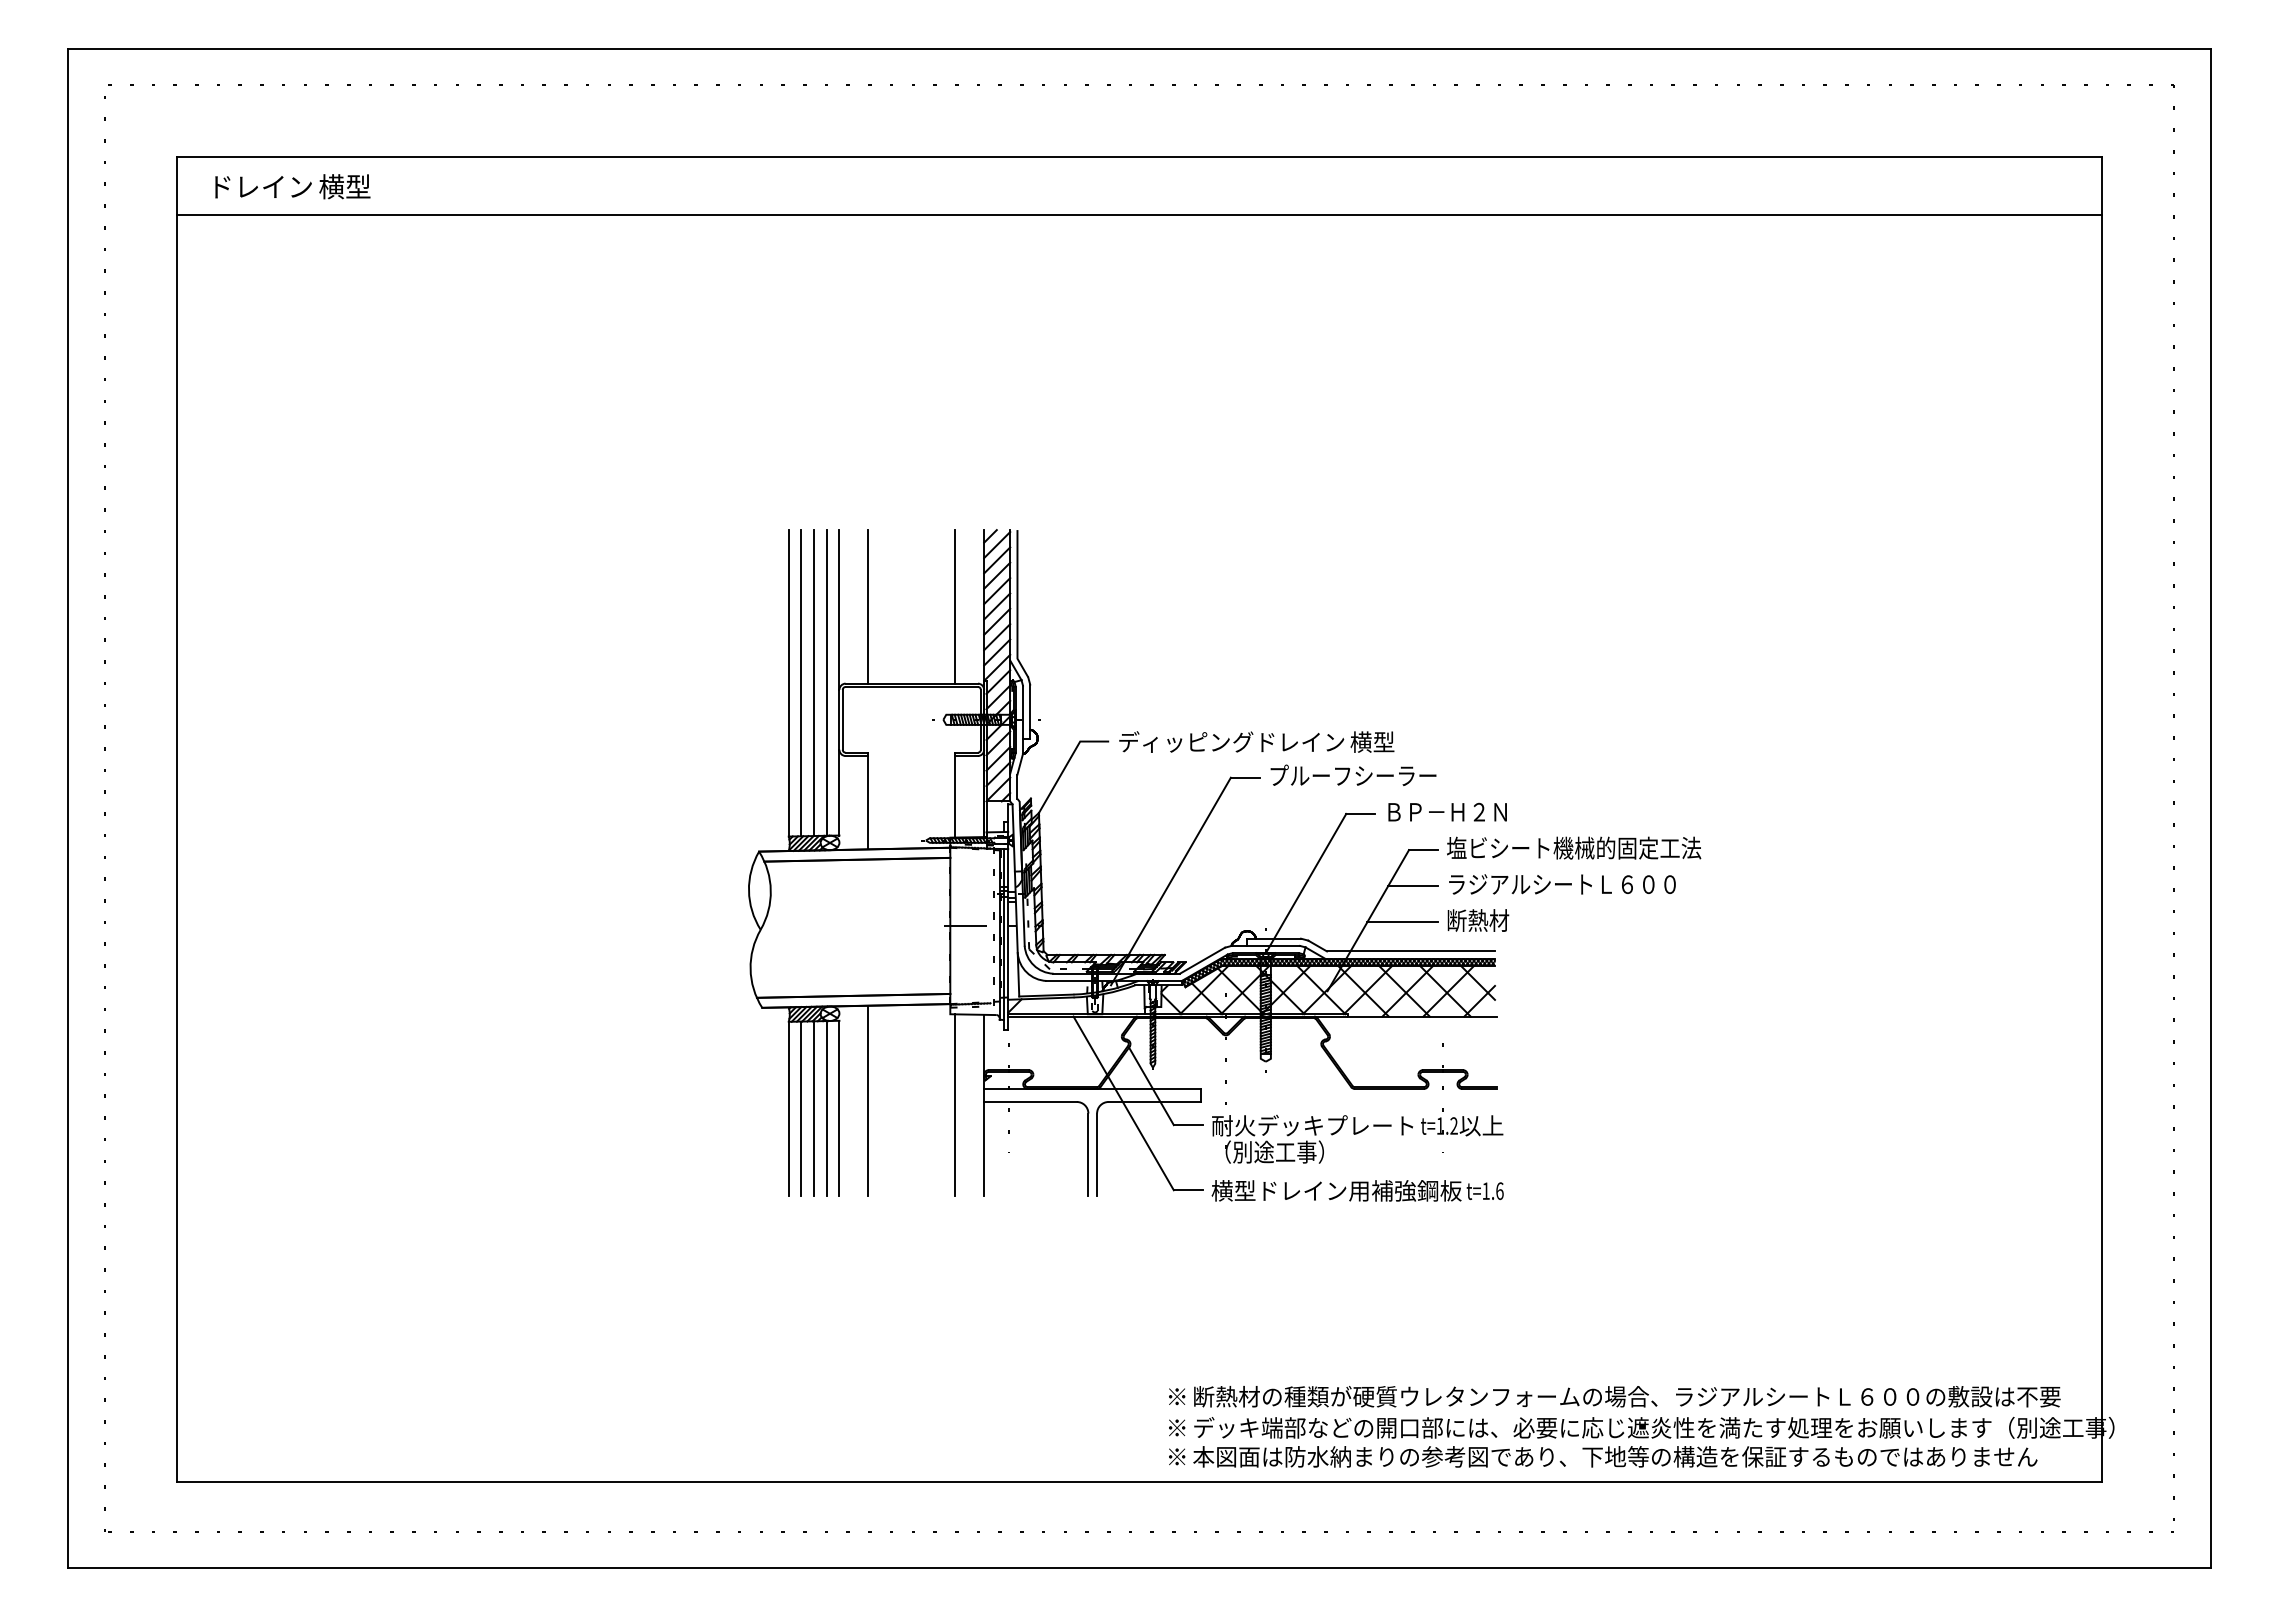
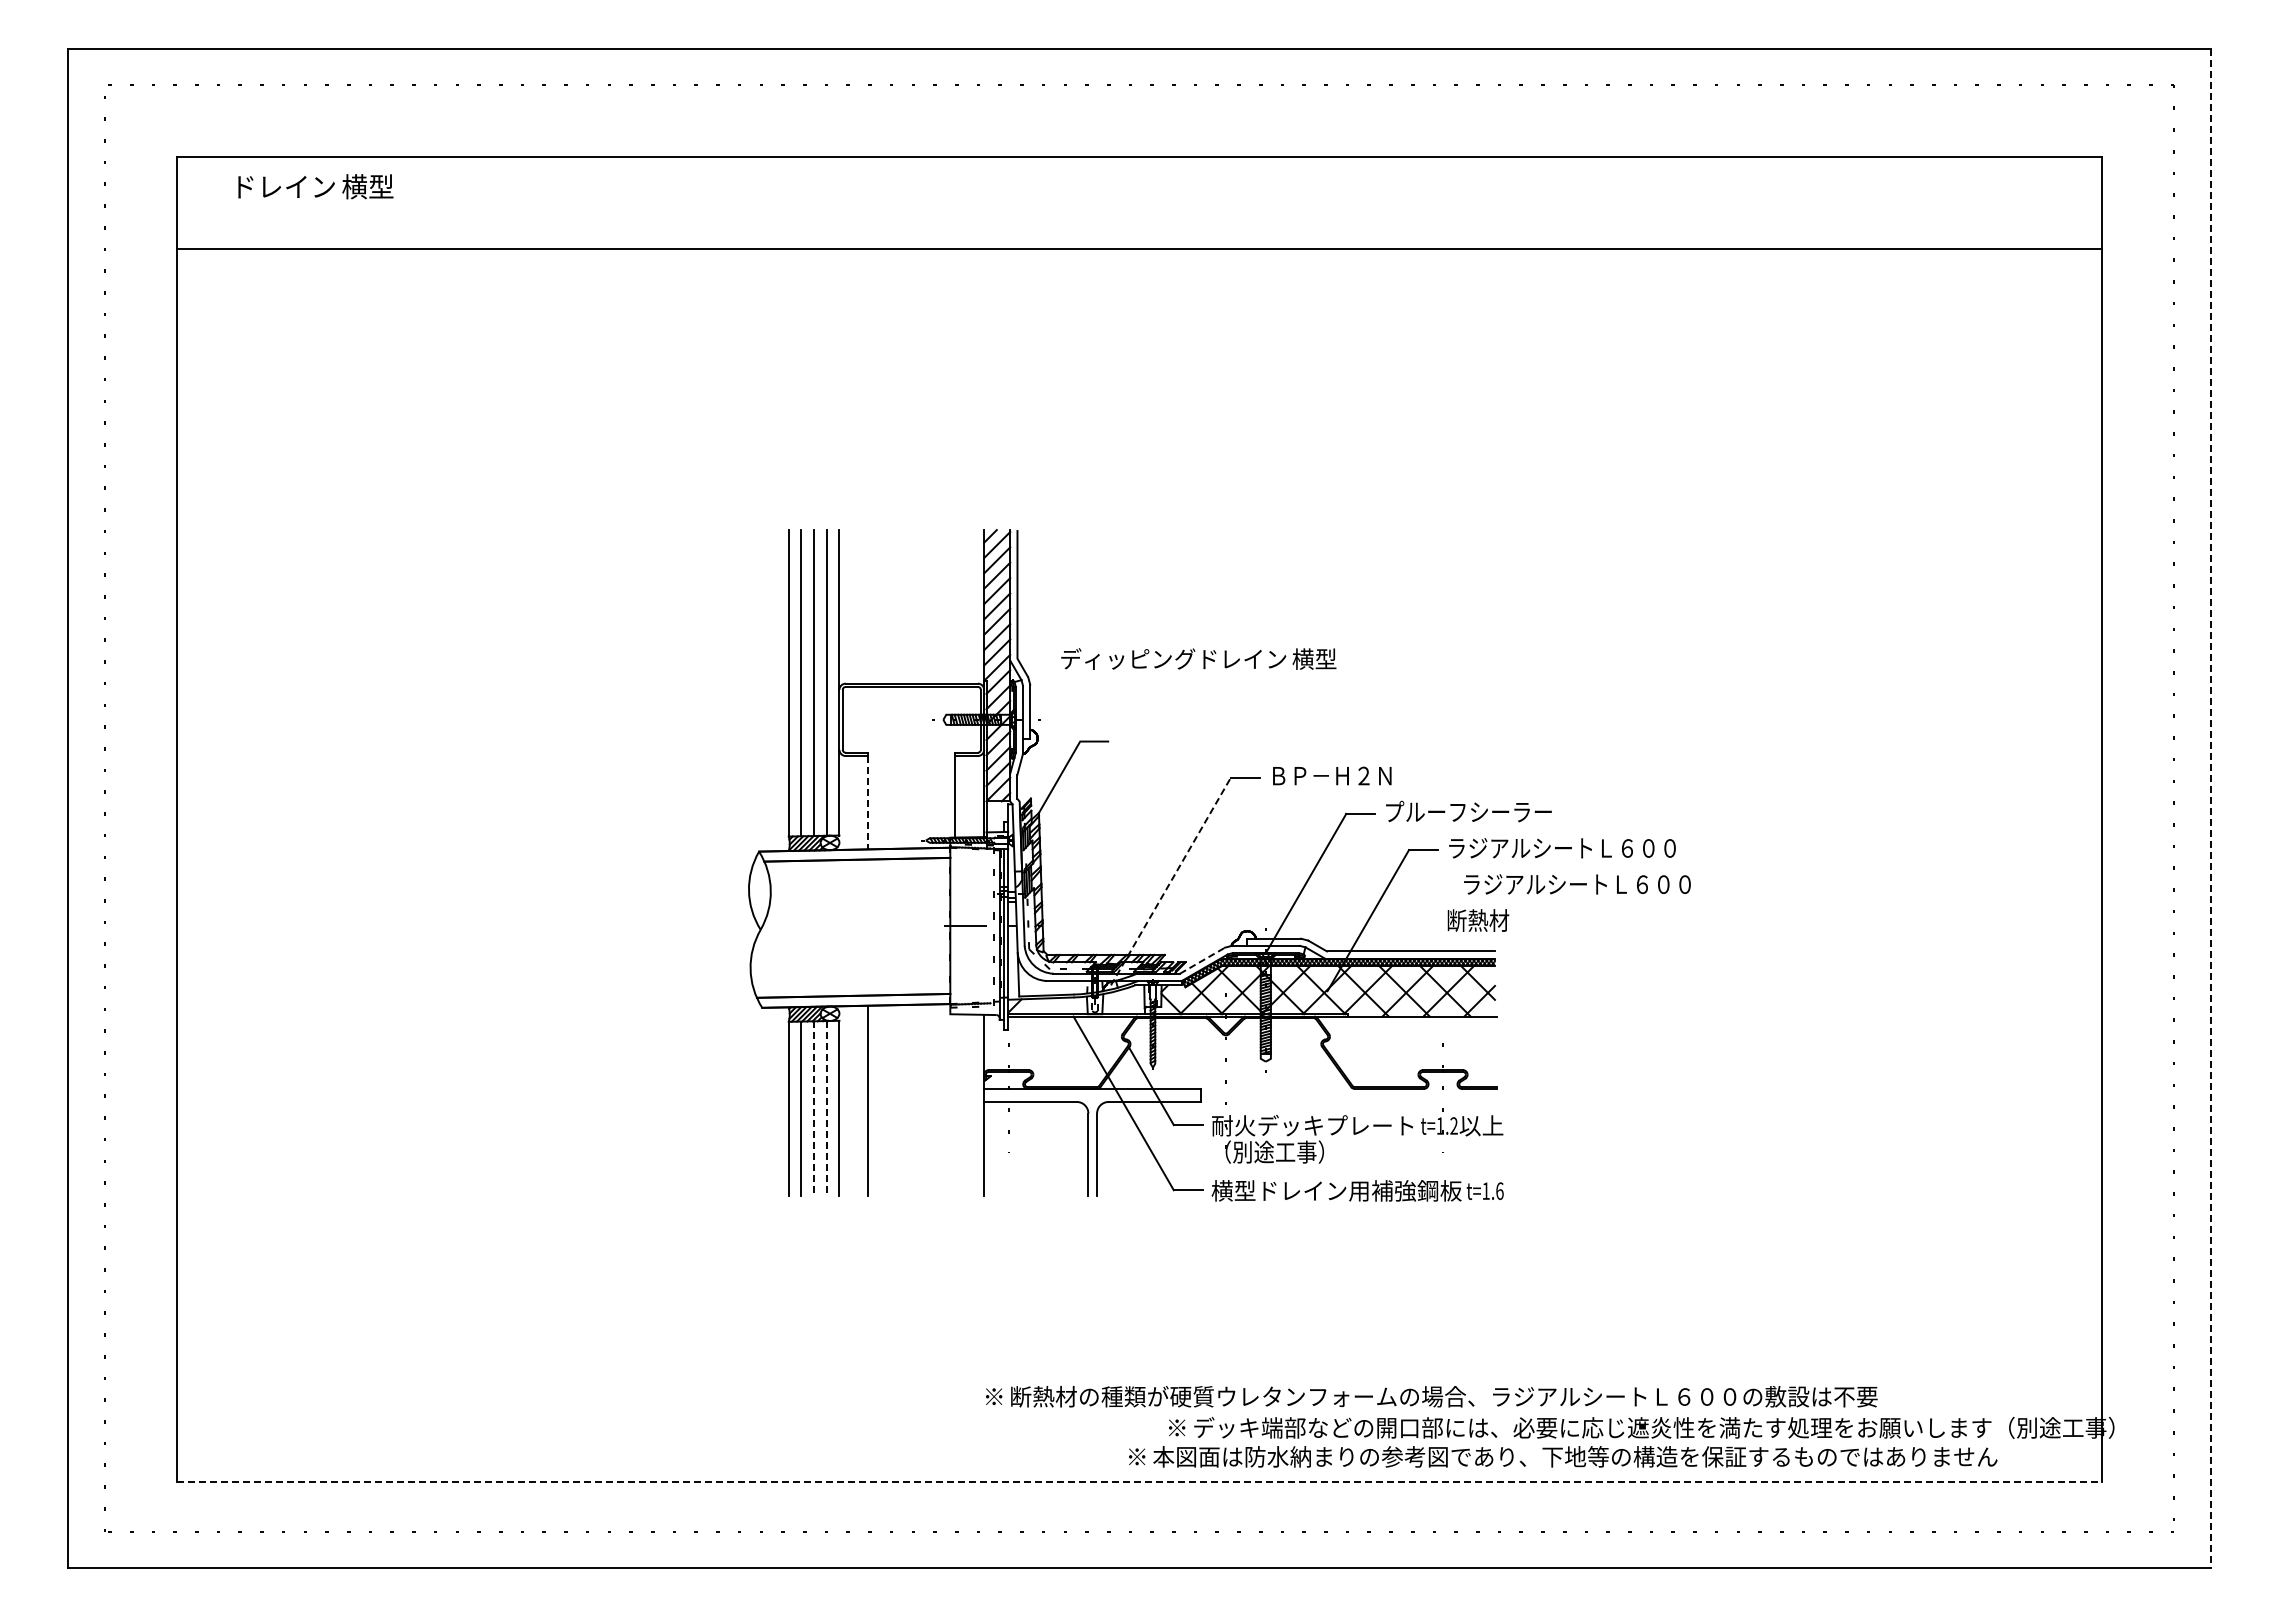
text at (292, 186) position: (292, 186) -> (315, 186)
line at (1139, 215) position: (1139, 215) -> (1139, 249)
line at (868, 606): present -> none
line at (955, 606): present -> none
text at (1256, 741) position: (1256, 741) -> (1198, 658)
text at (1353, 775): プルーフシーラー -> ＢＰ－Ｈ２Ｎ
line at (868, 802): solid -> dashed
line at (2210, 808): solid -> dashed
text at (1468, 811): ＢＰ－Ｈ２Ｎ -> プルーフシーラー
text at (1574, 847): 塩ビシート機械的固定工法 -> ラジアルシートＬ６００
line at (1170, 881): solid -> dashed
text at (1562, 884) position: (1562, 884) -> (1577, 884)
line at (1412, 886): present -> none
line at (1402, 922): present -> none
line at (1202, 960): solid -> dashed
line at (955, 1105): present -> none
line at (814, 1108): solid -> dashed
line at (826, 1108): solid -> dashed
text at (1614, 1396) position: (1614, 1396) -> (1431, 1396)
text at (1603, 1456) position: (1603, 1456) -> (1563, 1456)
line at (1139, 1481): solid -> dashed
